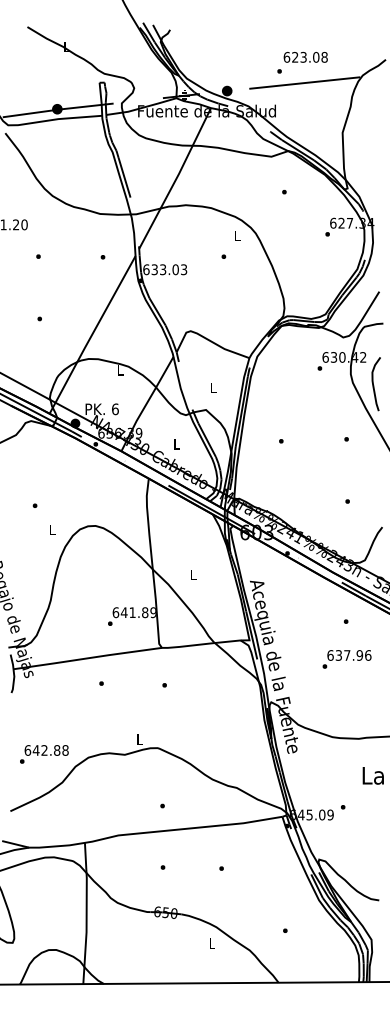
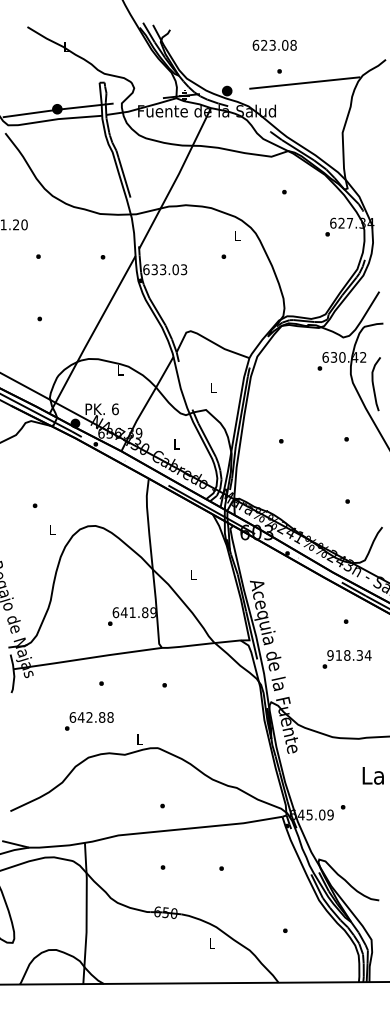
text at (305, 57) position: (305, 57) -> (274, 45)
text at (349, 655): 637.96 -> 918.34
text at (44, 754) position: (44, 754) -> (89, 721)
